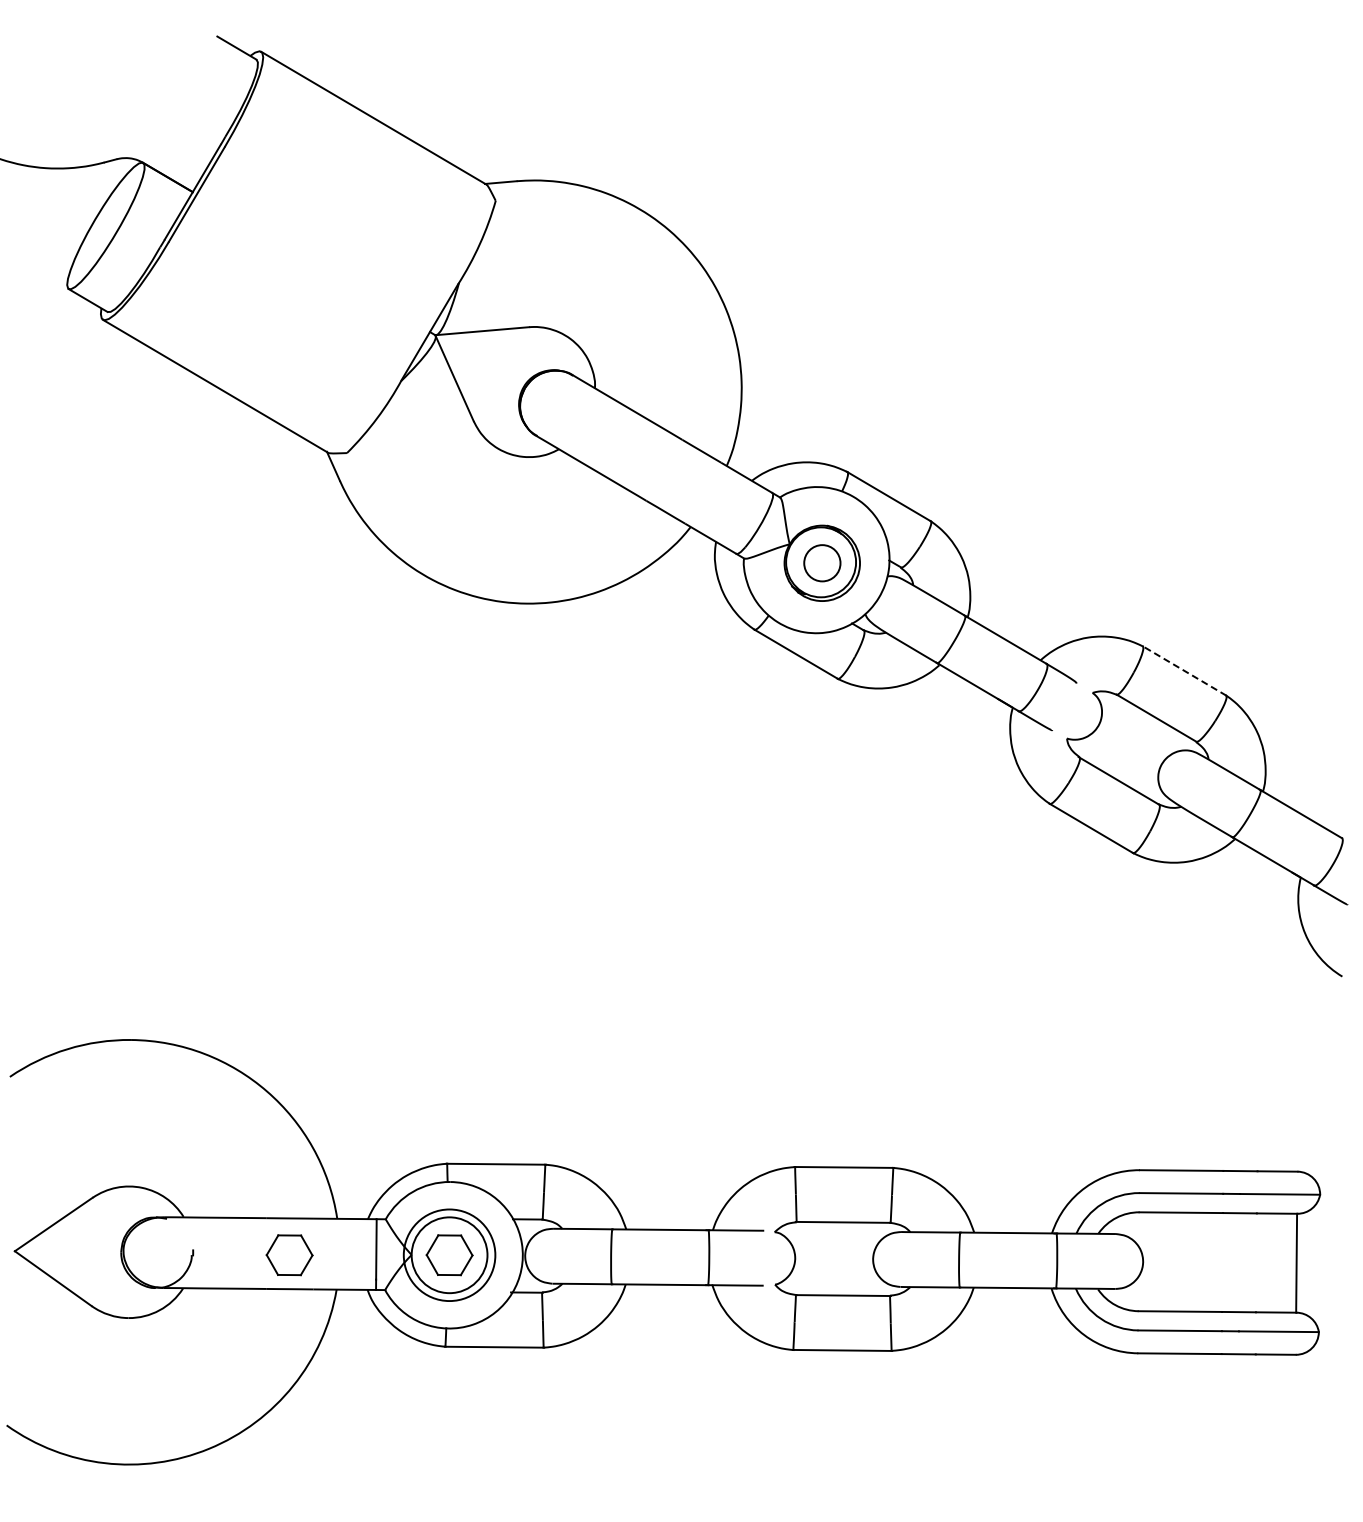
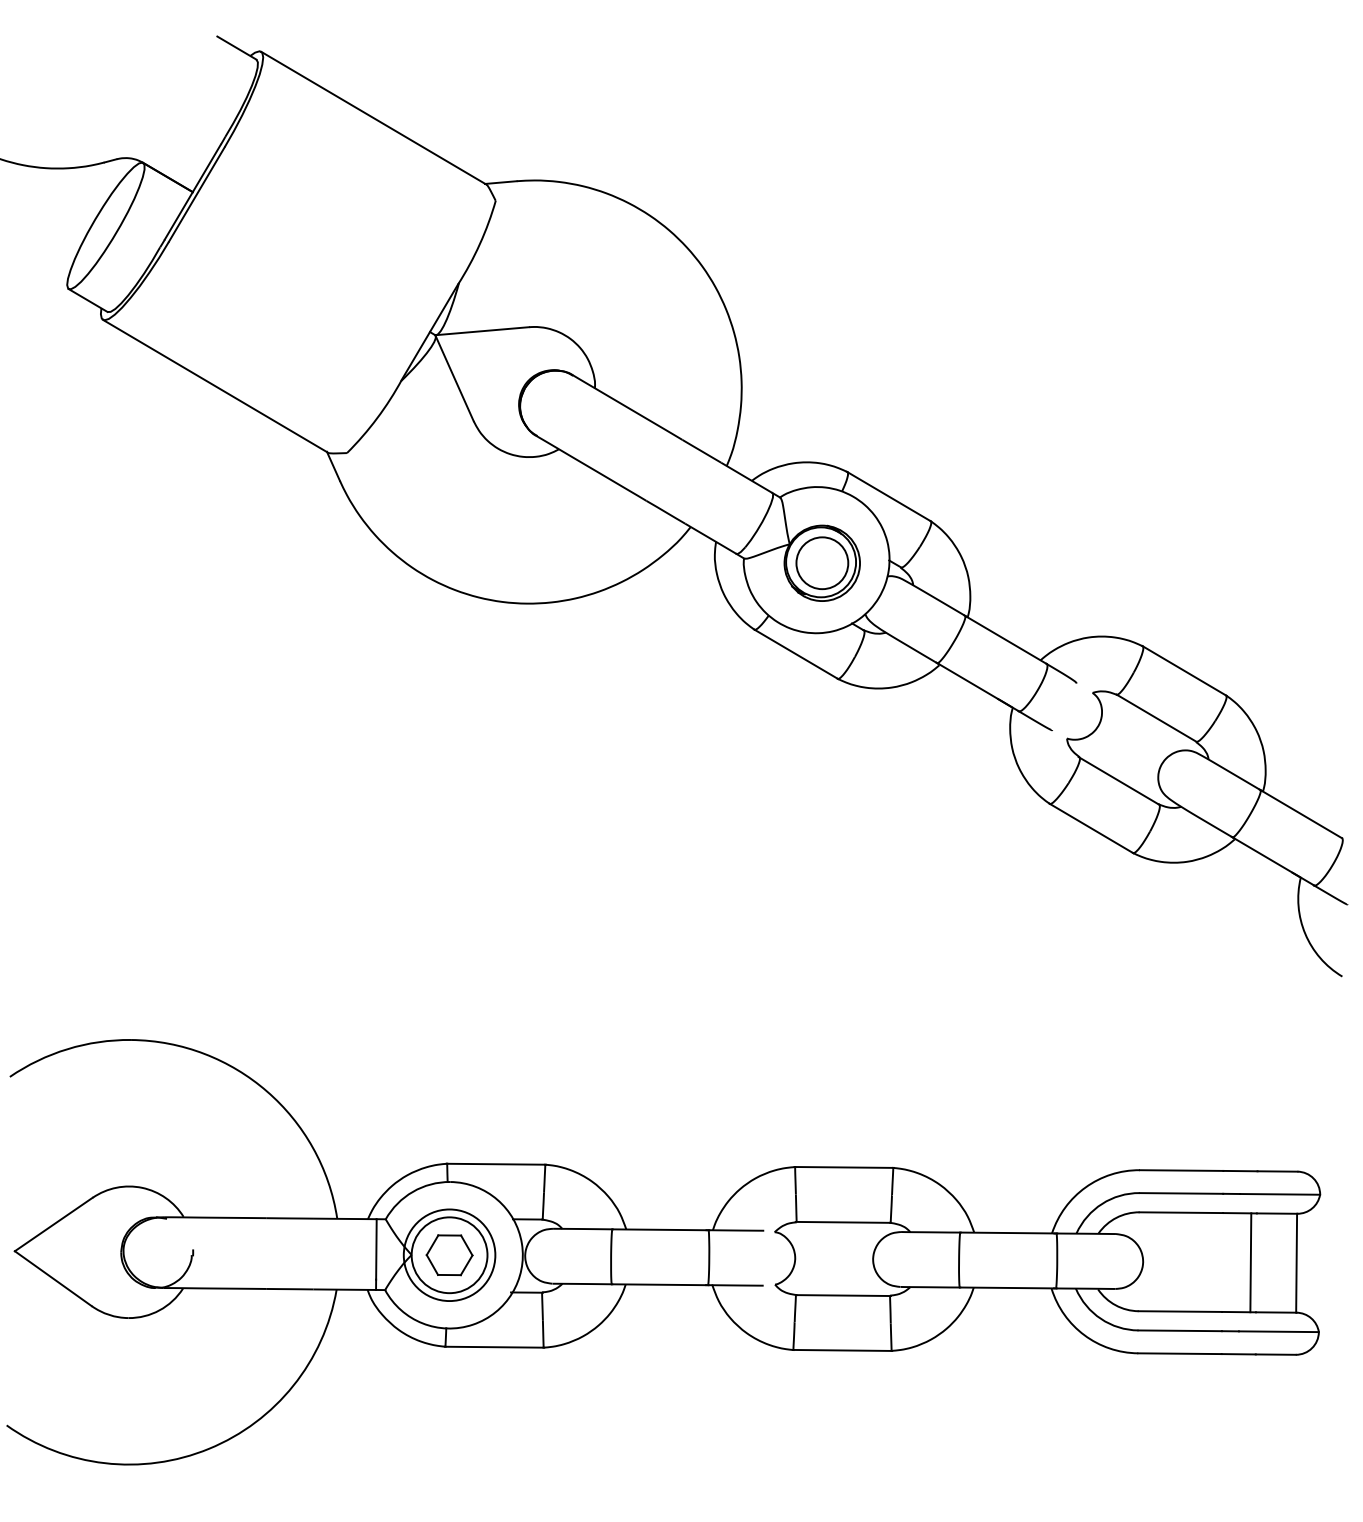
circle at (822, 563) diameter: 36 px -> 52 px
line at (1184, 670): dashed -> solid
part at (289, 1255): present -> none
line at (1250, 1262): none -> present
